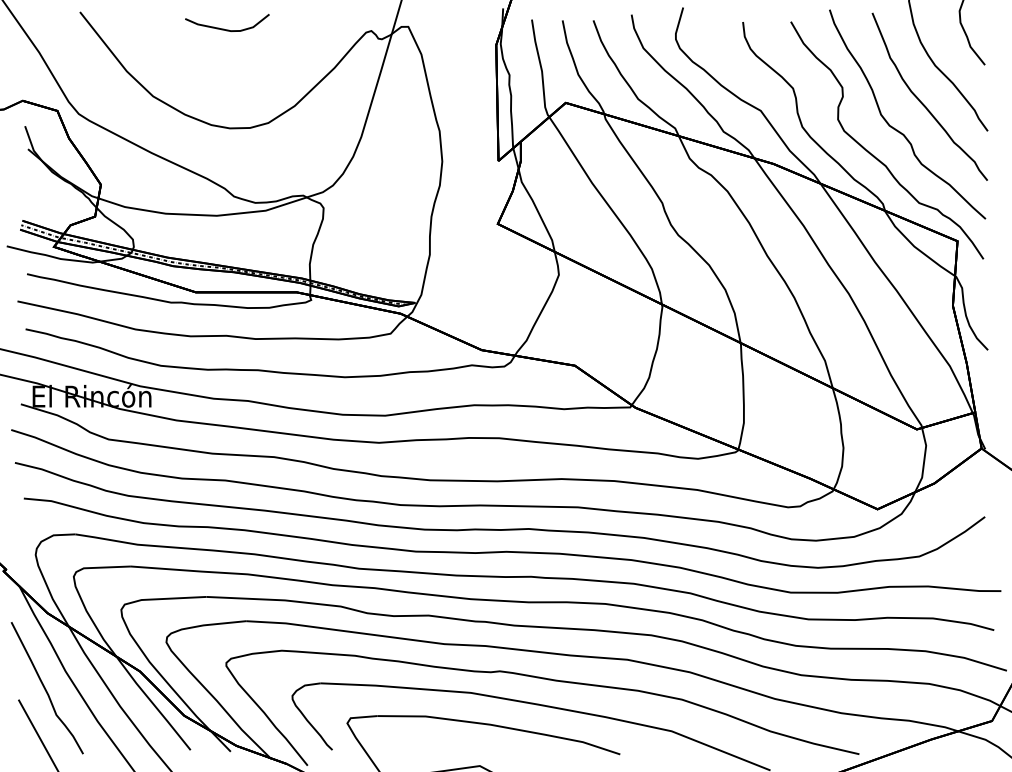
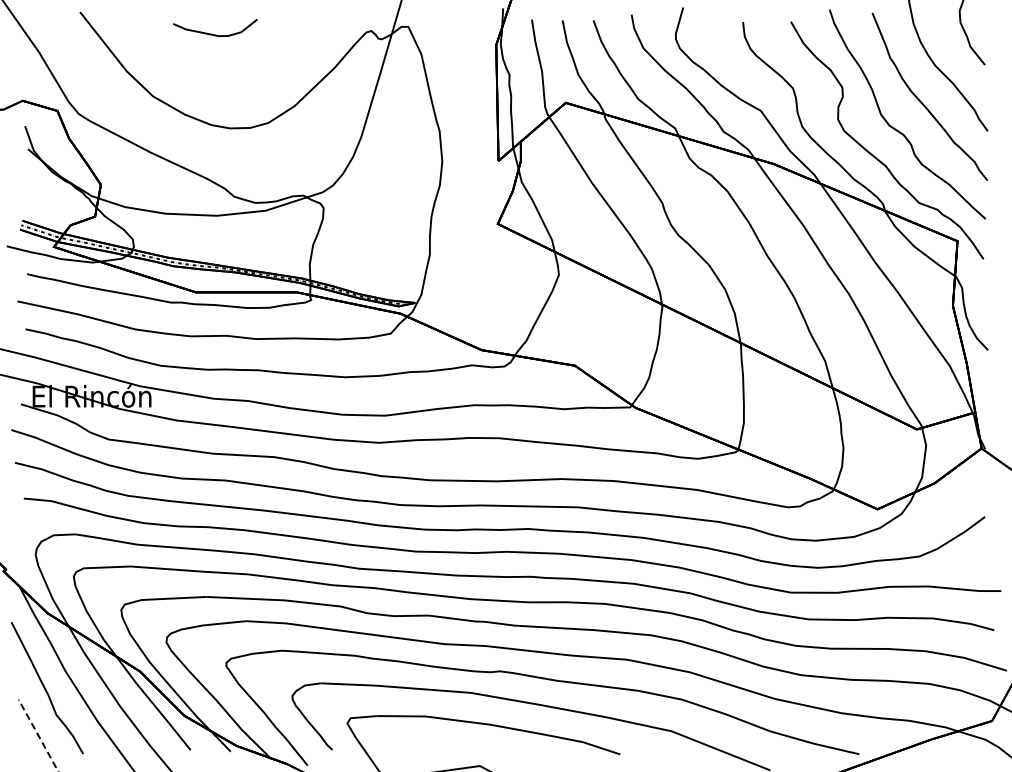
curve at (224, 28) position: (224, 28) -> (212, 33)
line at (38, 735): solid -> dashed
